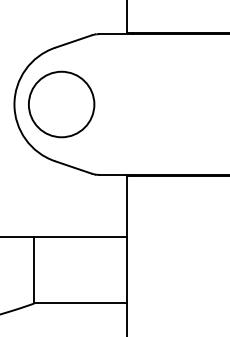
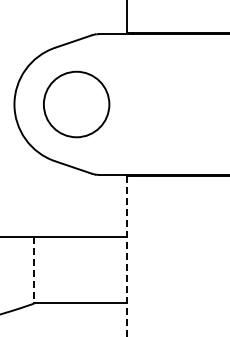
circle at (61, 104) position: (61, 104) -> (76, 104)
line at (126, 256): solid -> dashed
line at (34, 270): solid -> dashed
